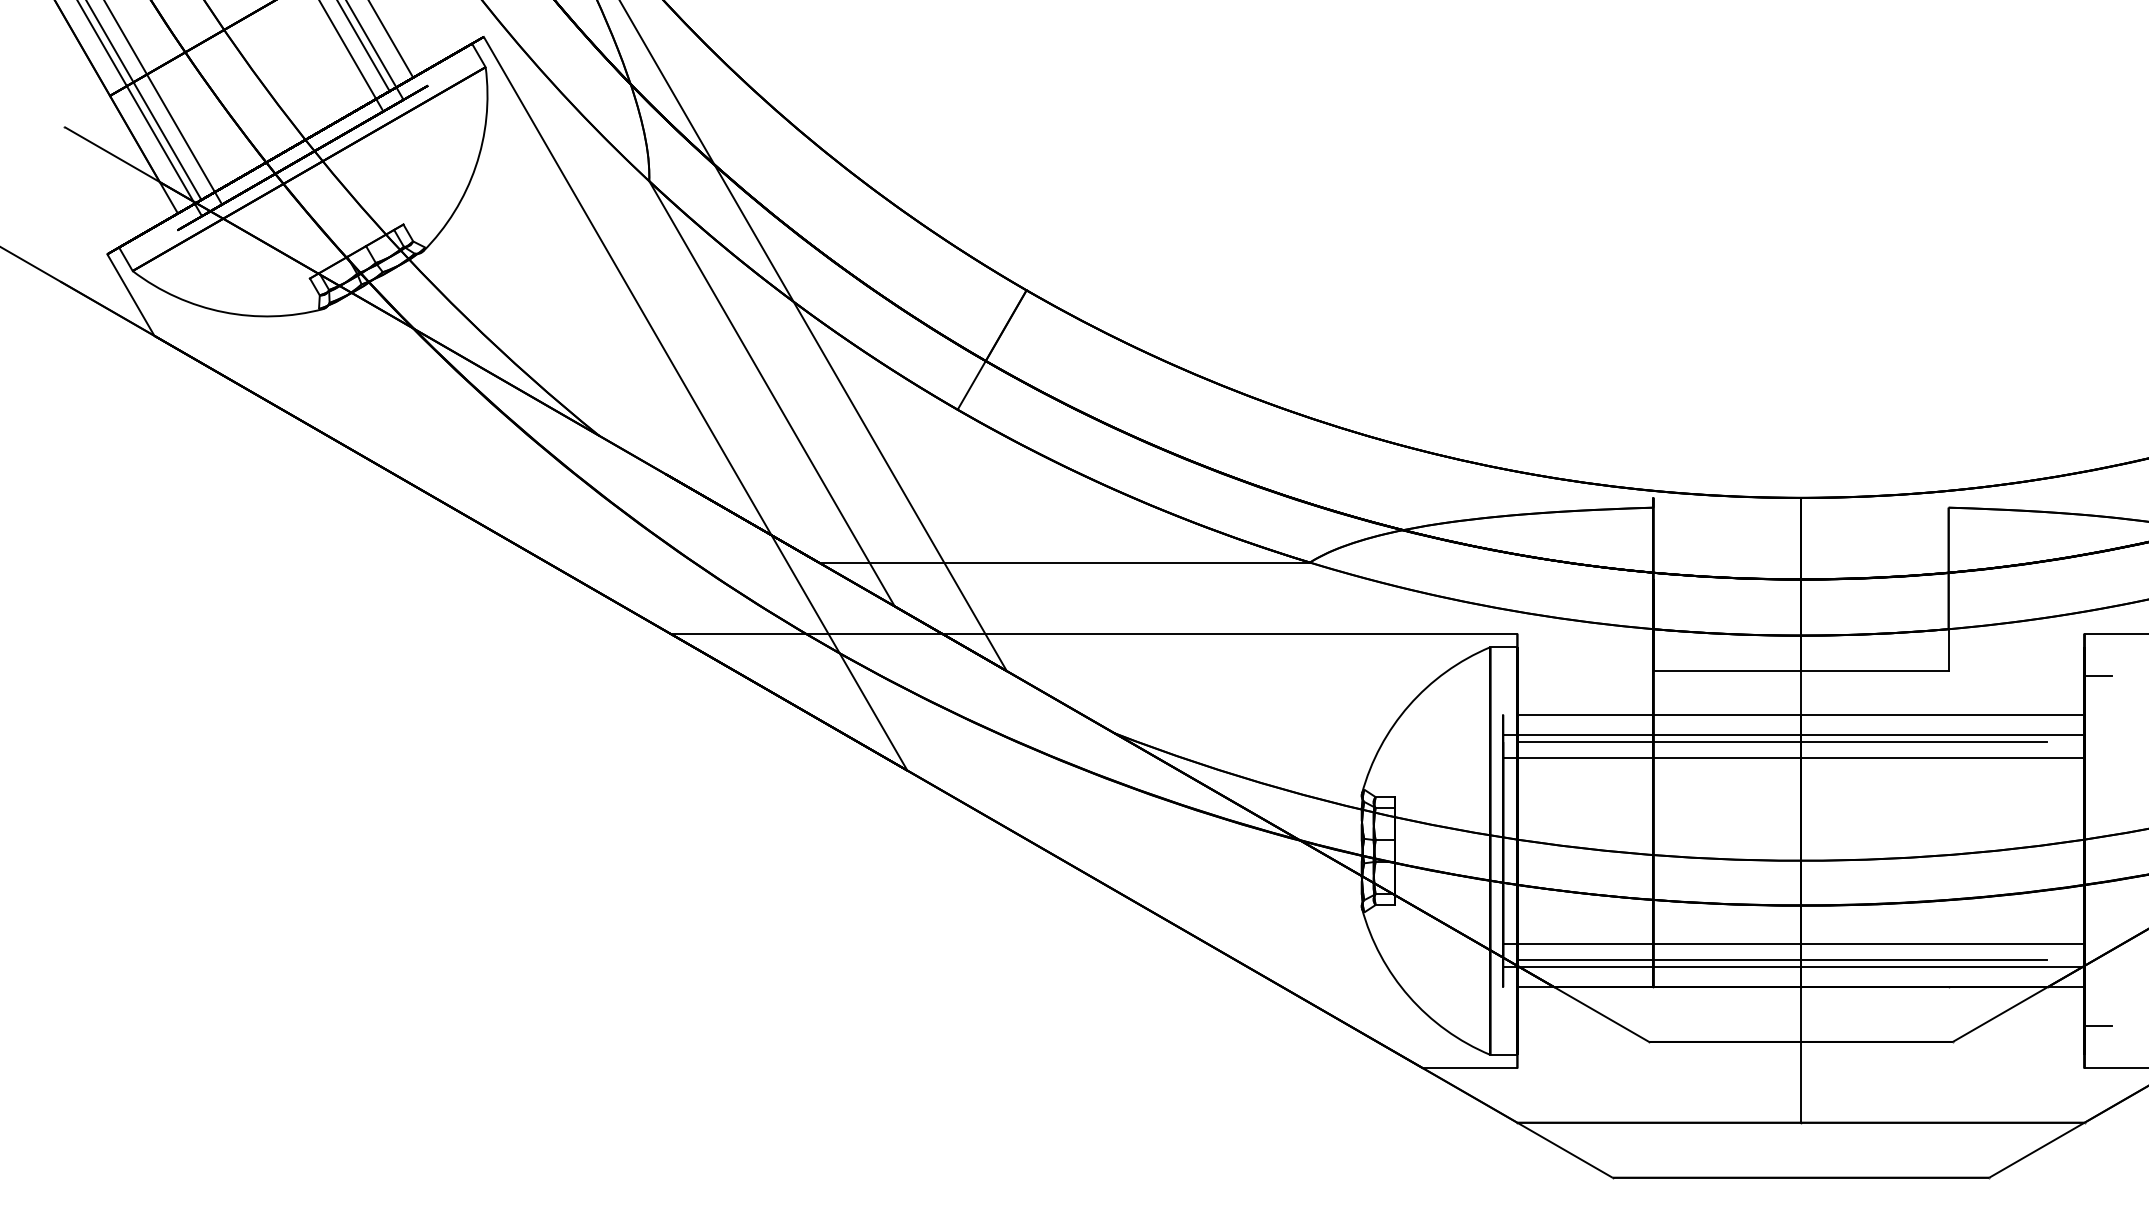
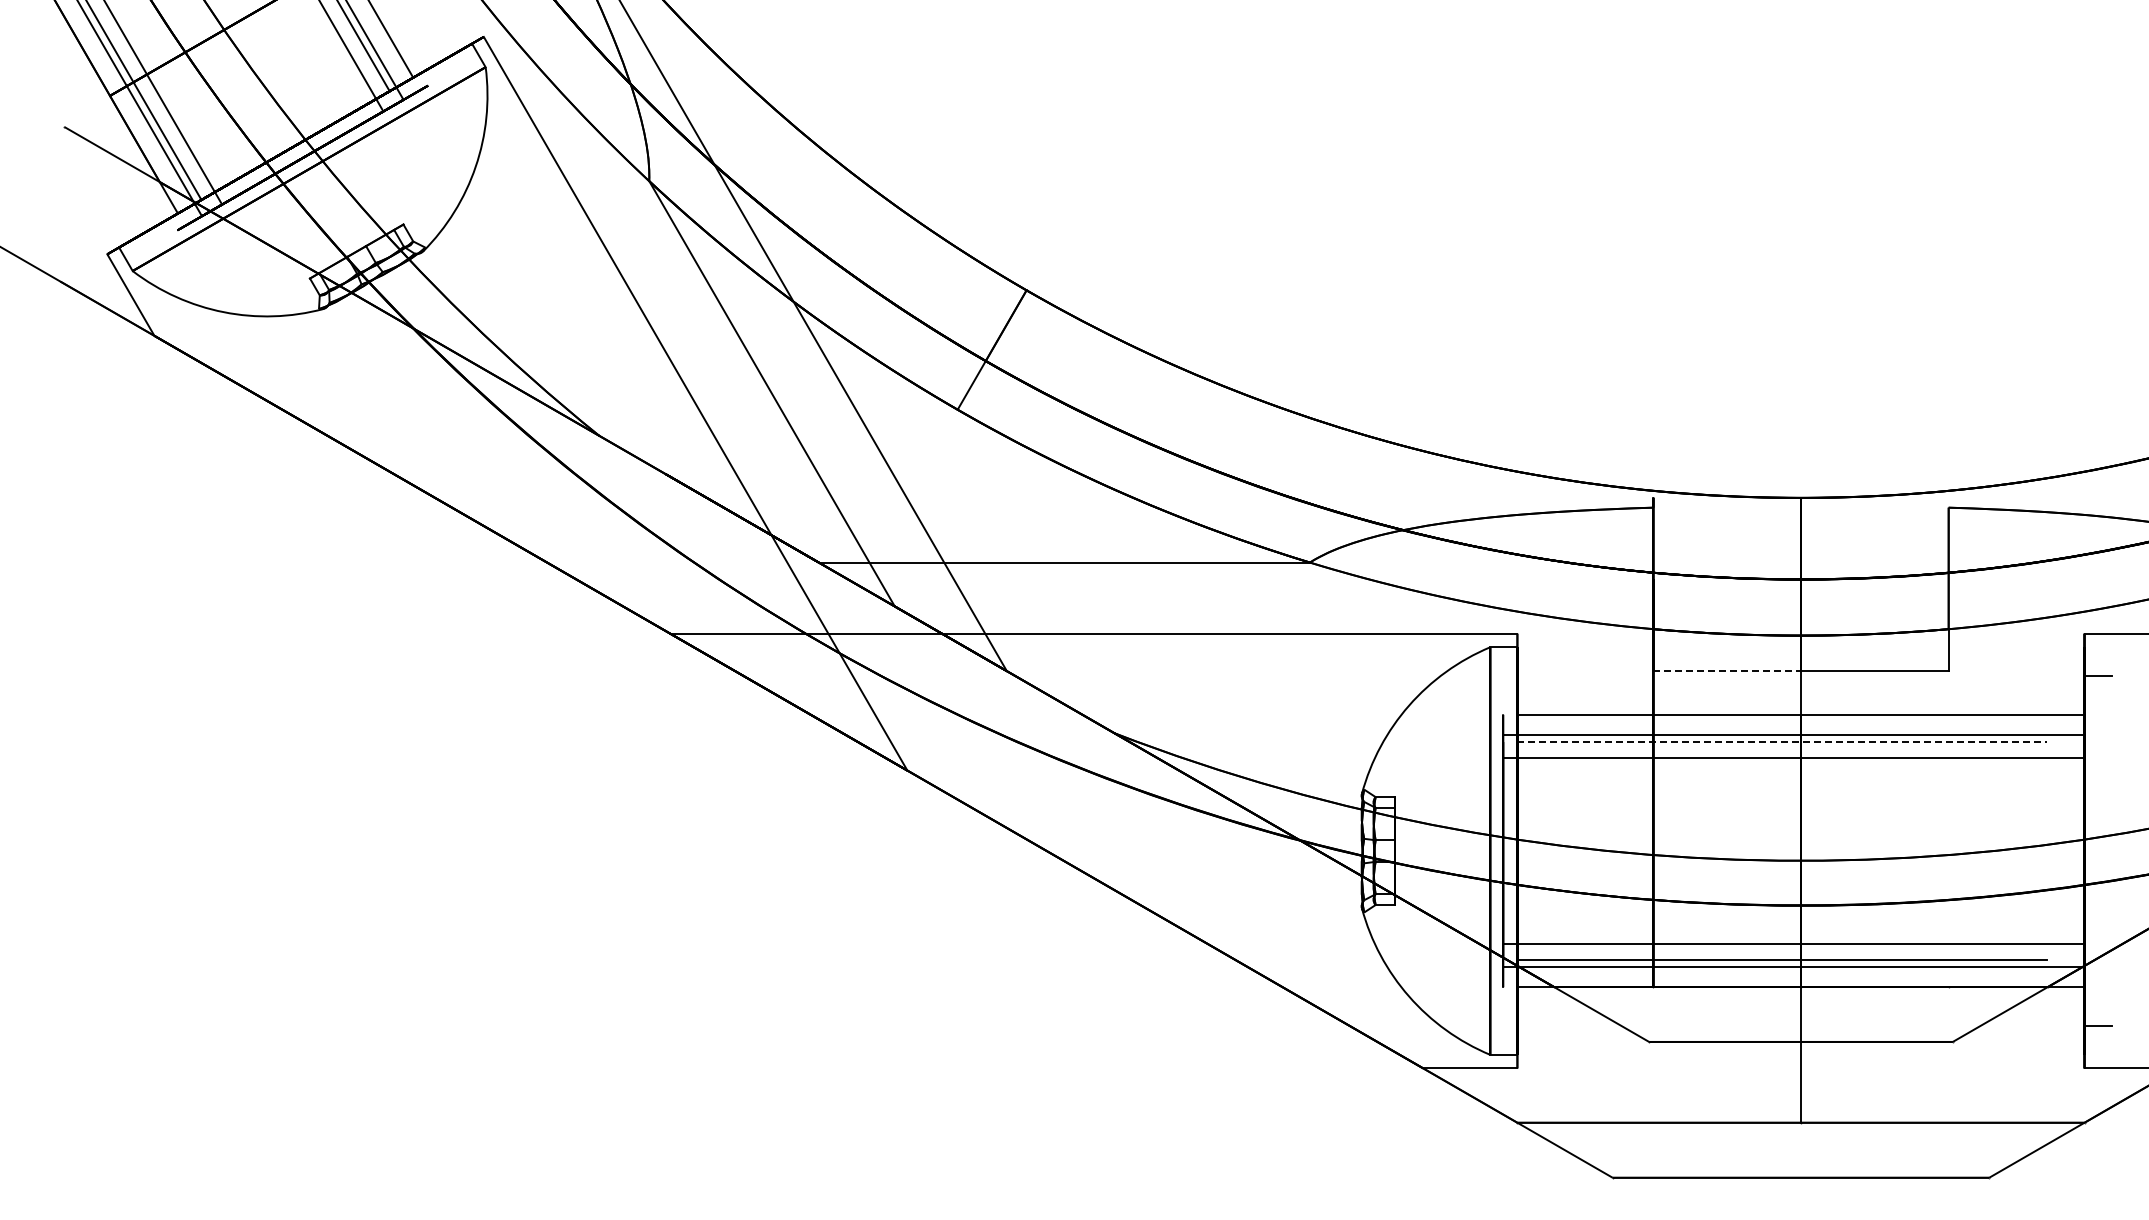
line at (1727, 671): solid -> dashed
line at (1782, 742): solid -> dashed
